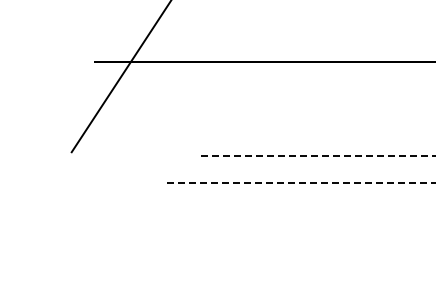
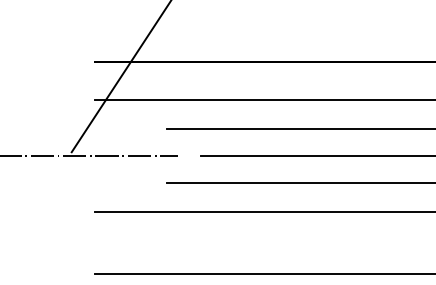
line at (263, 99): none -> present
line at (299, 128): none -> present
line at (89, 155): none -> present
line at (318, 155): dashed -> solid
line at (301, 182): dashed -> solid
line at (263, 211): none -> present
line at (263, 273): none -> present
